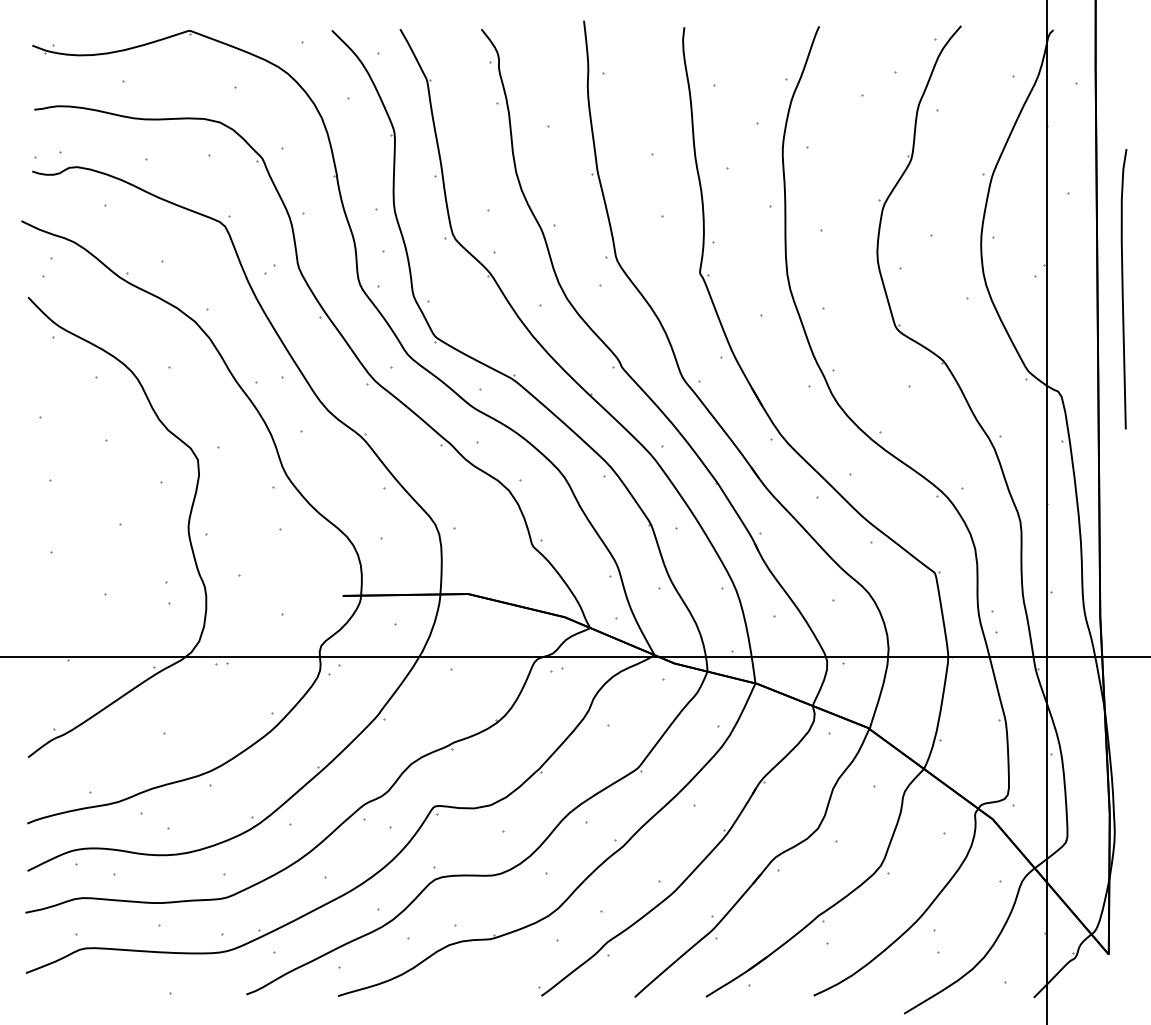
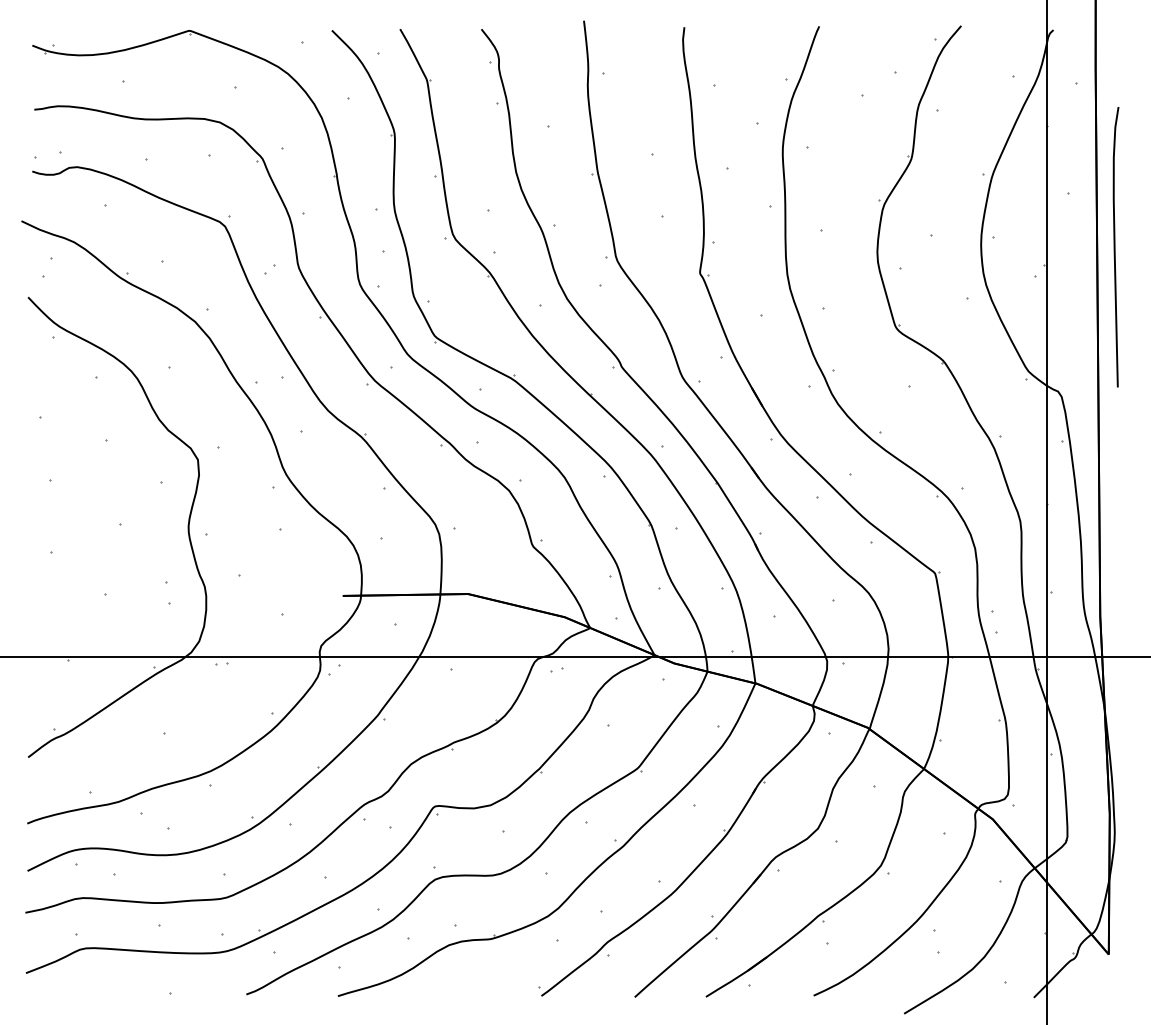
curve at (1123, 289) position: (1123, 289) -> (1115, 247)
